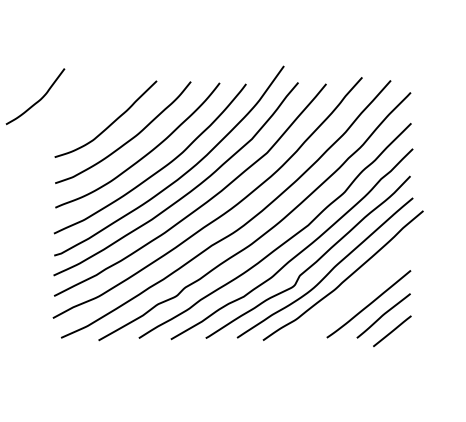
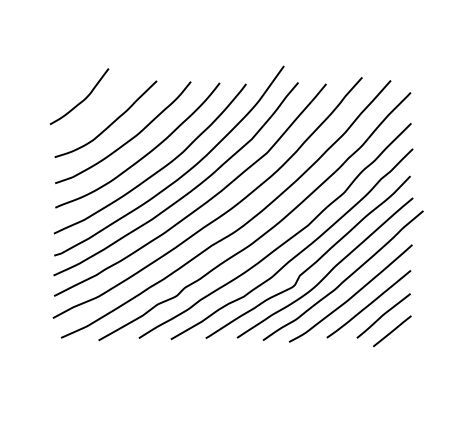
curve at (37, 100) position: (37, 100) -> (81, 100)
curve at (352, 295): none -> present
